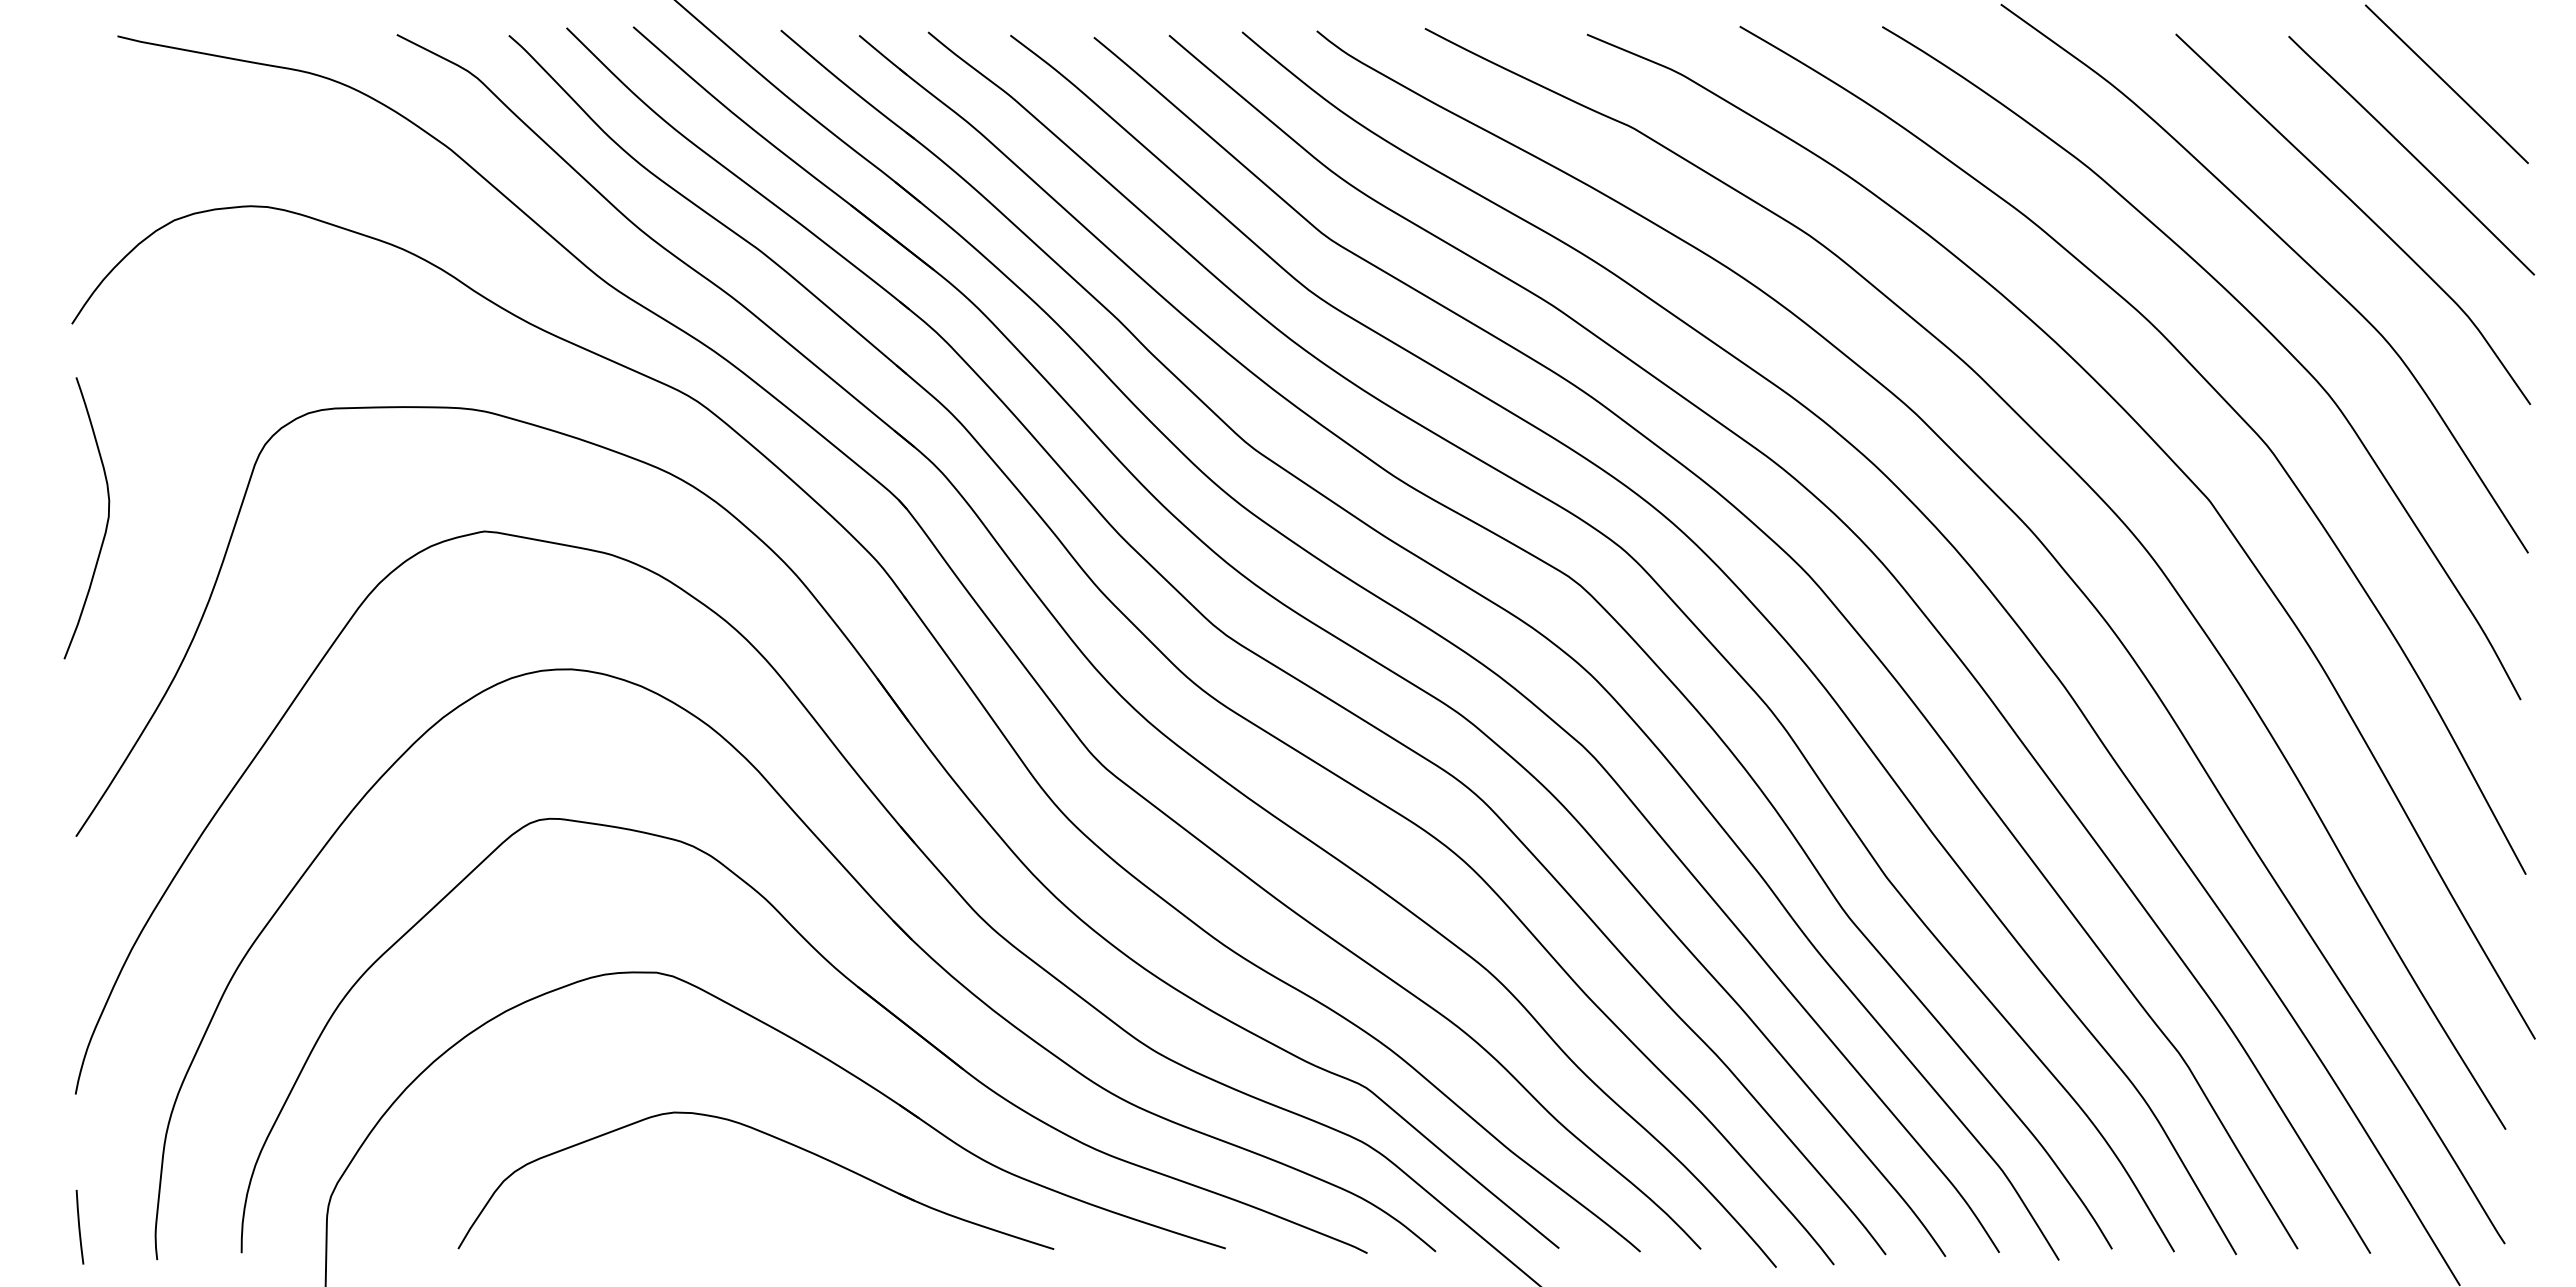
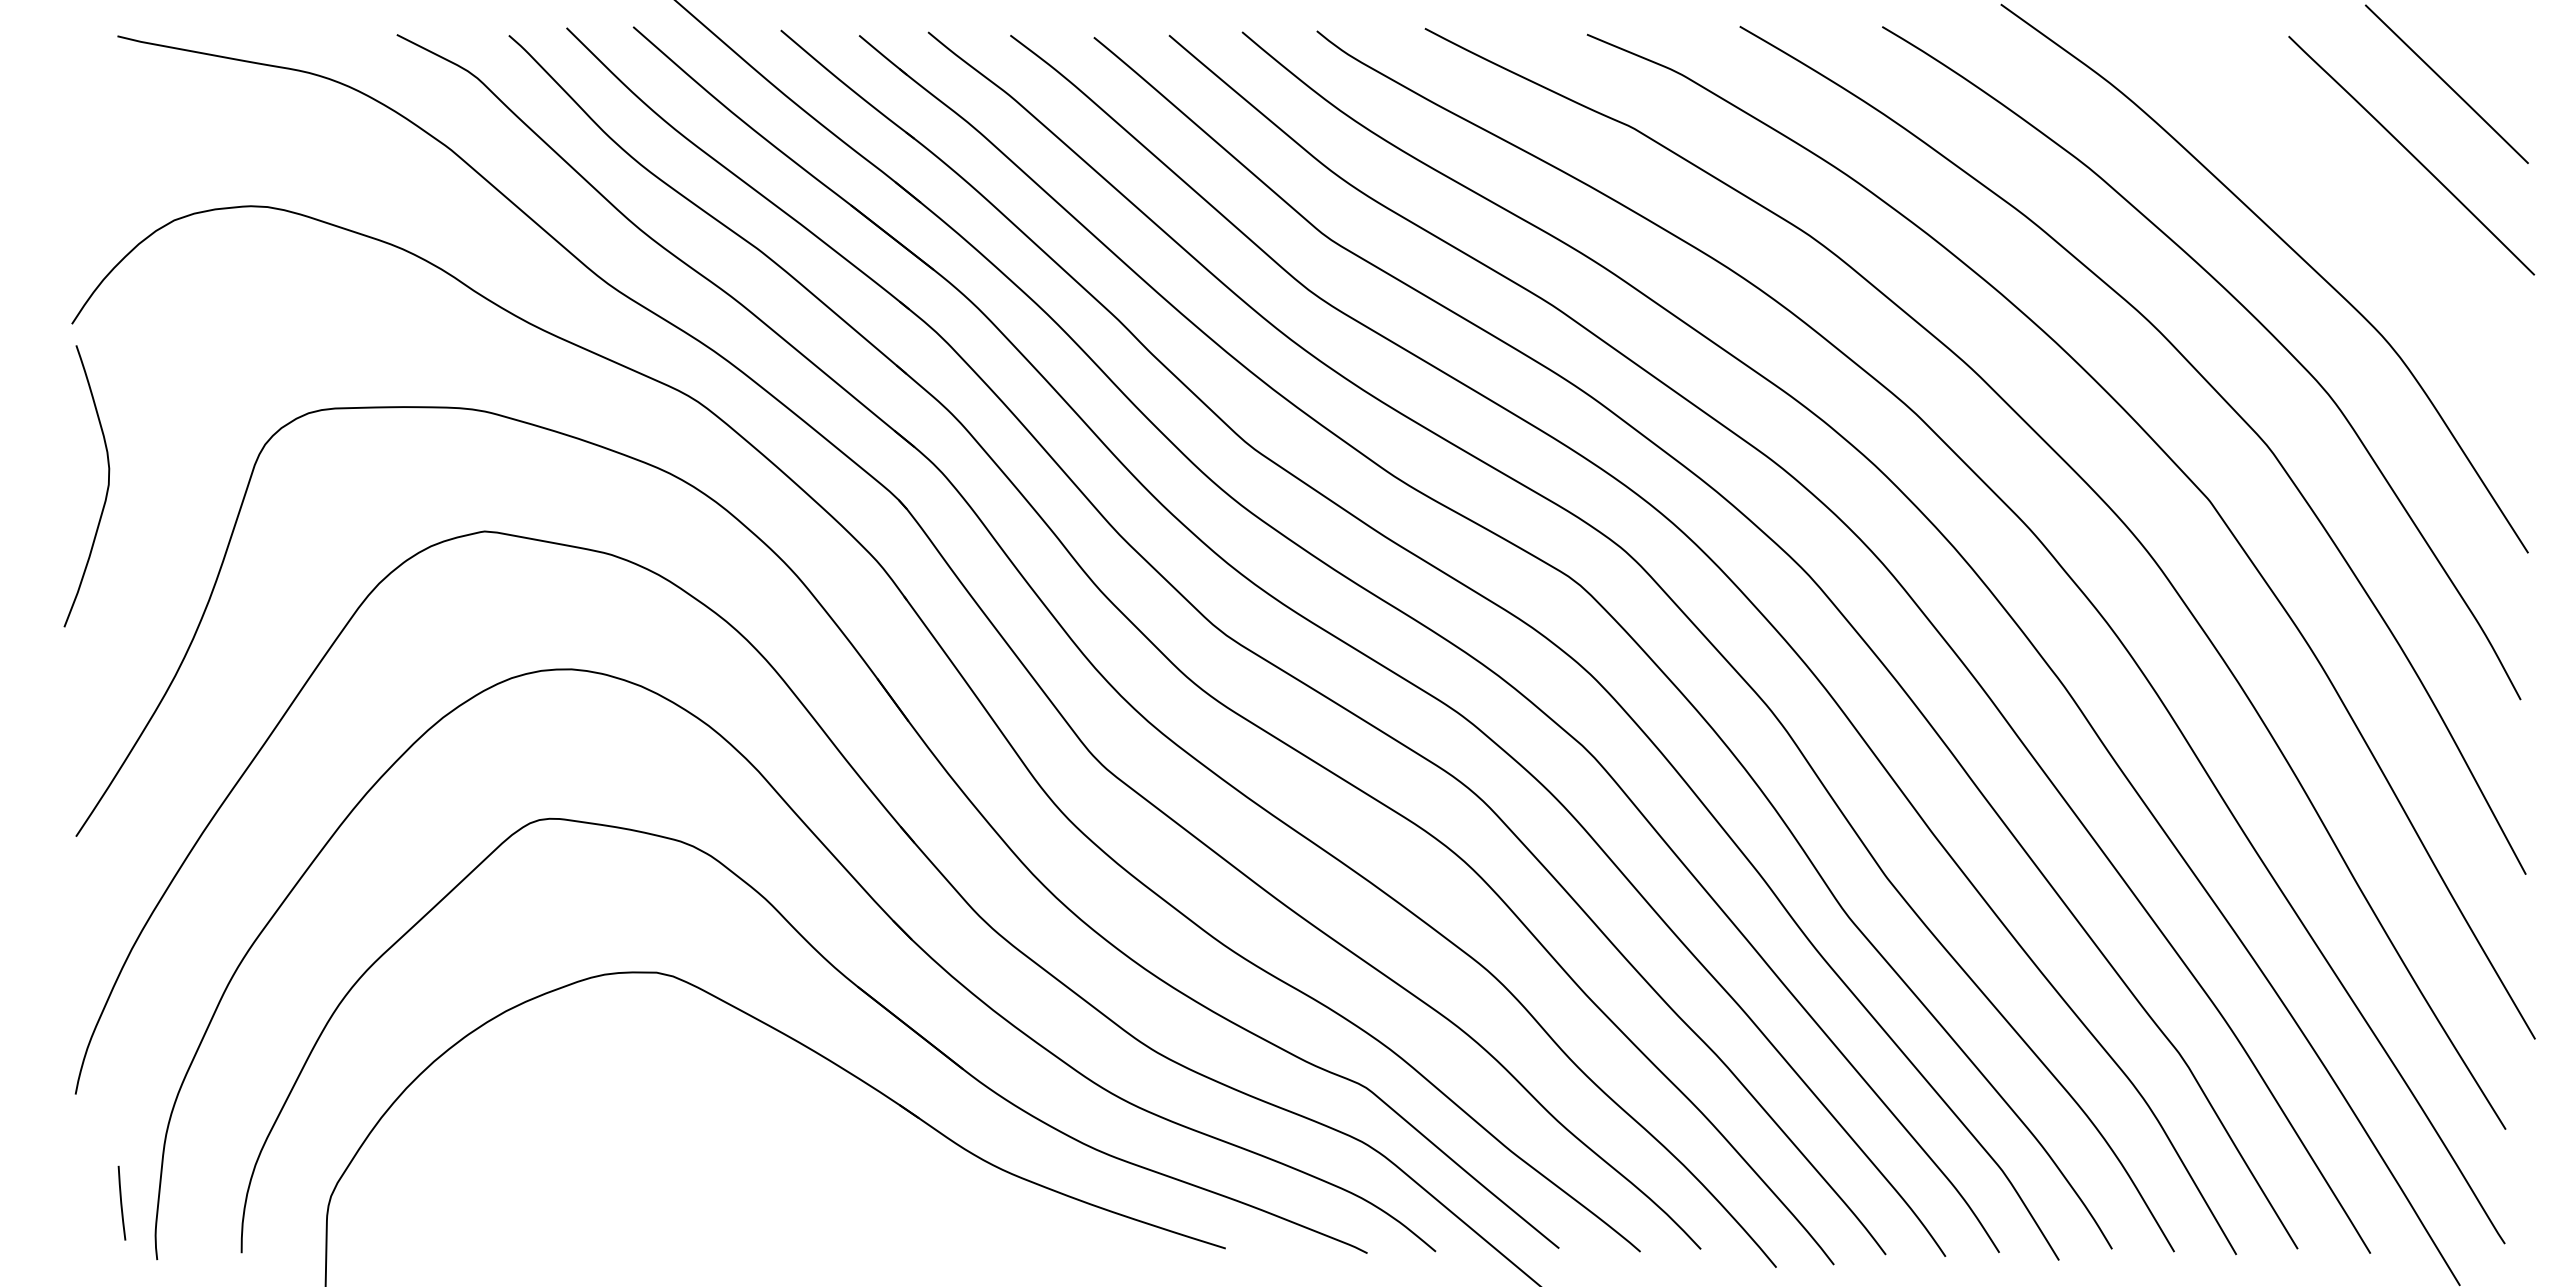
curve at (2360, 210): present -> none
curve at (106, 522) position: (106, 522) -> (106, 490)
part at (774, 1138): present -> none
line at (79, 1226) position: (79, 1226) -> (121, 1202)
